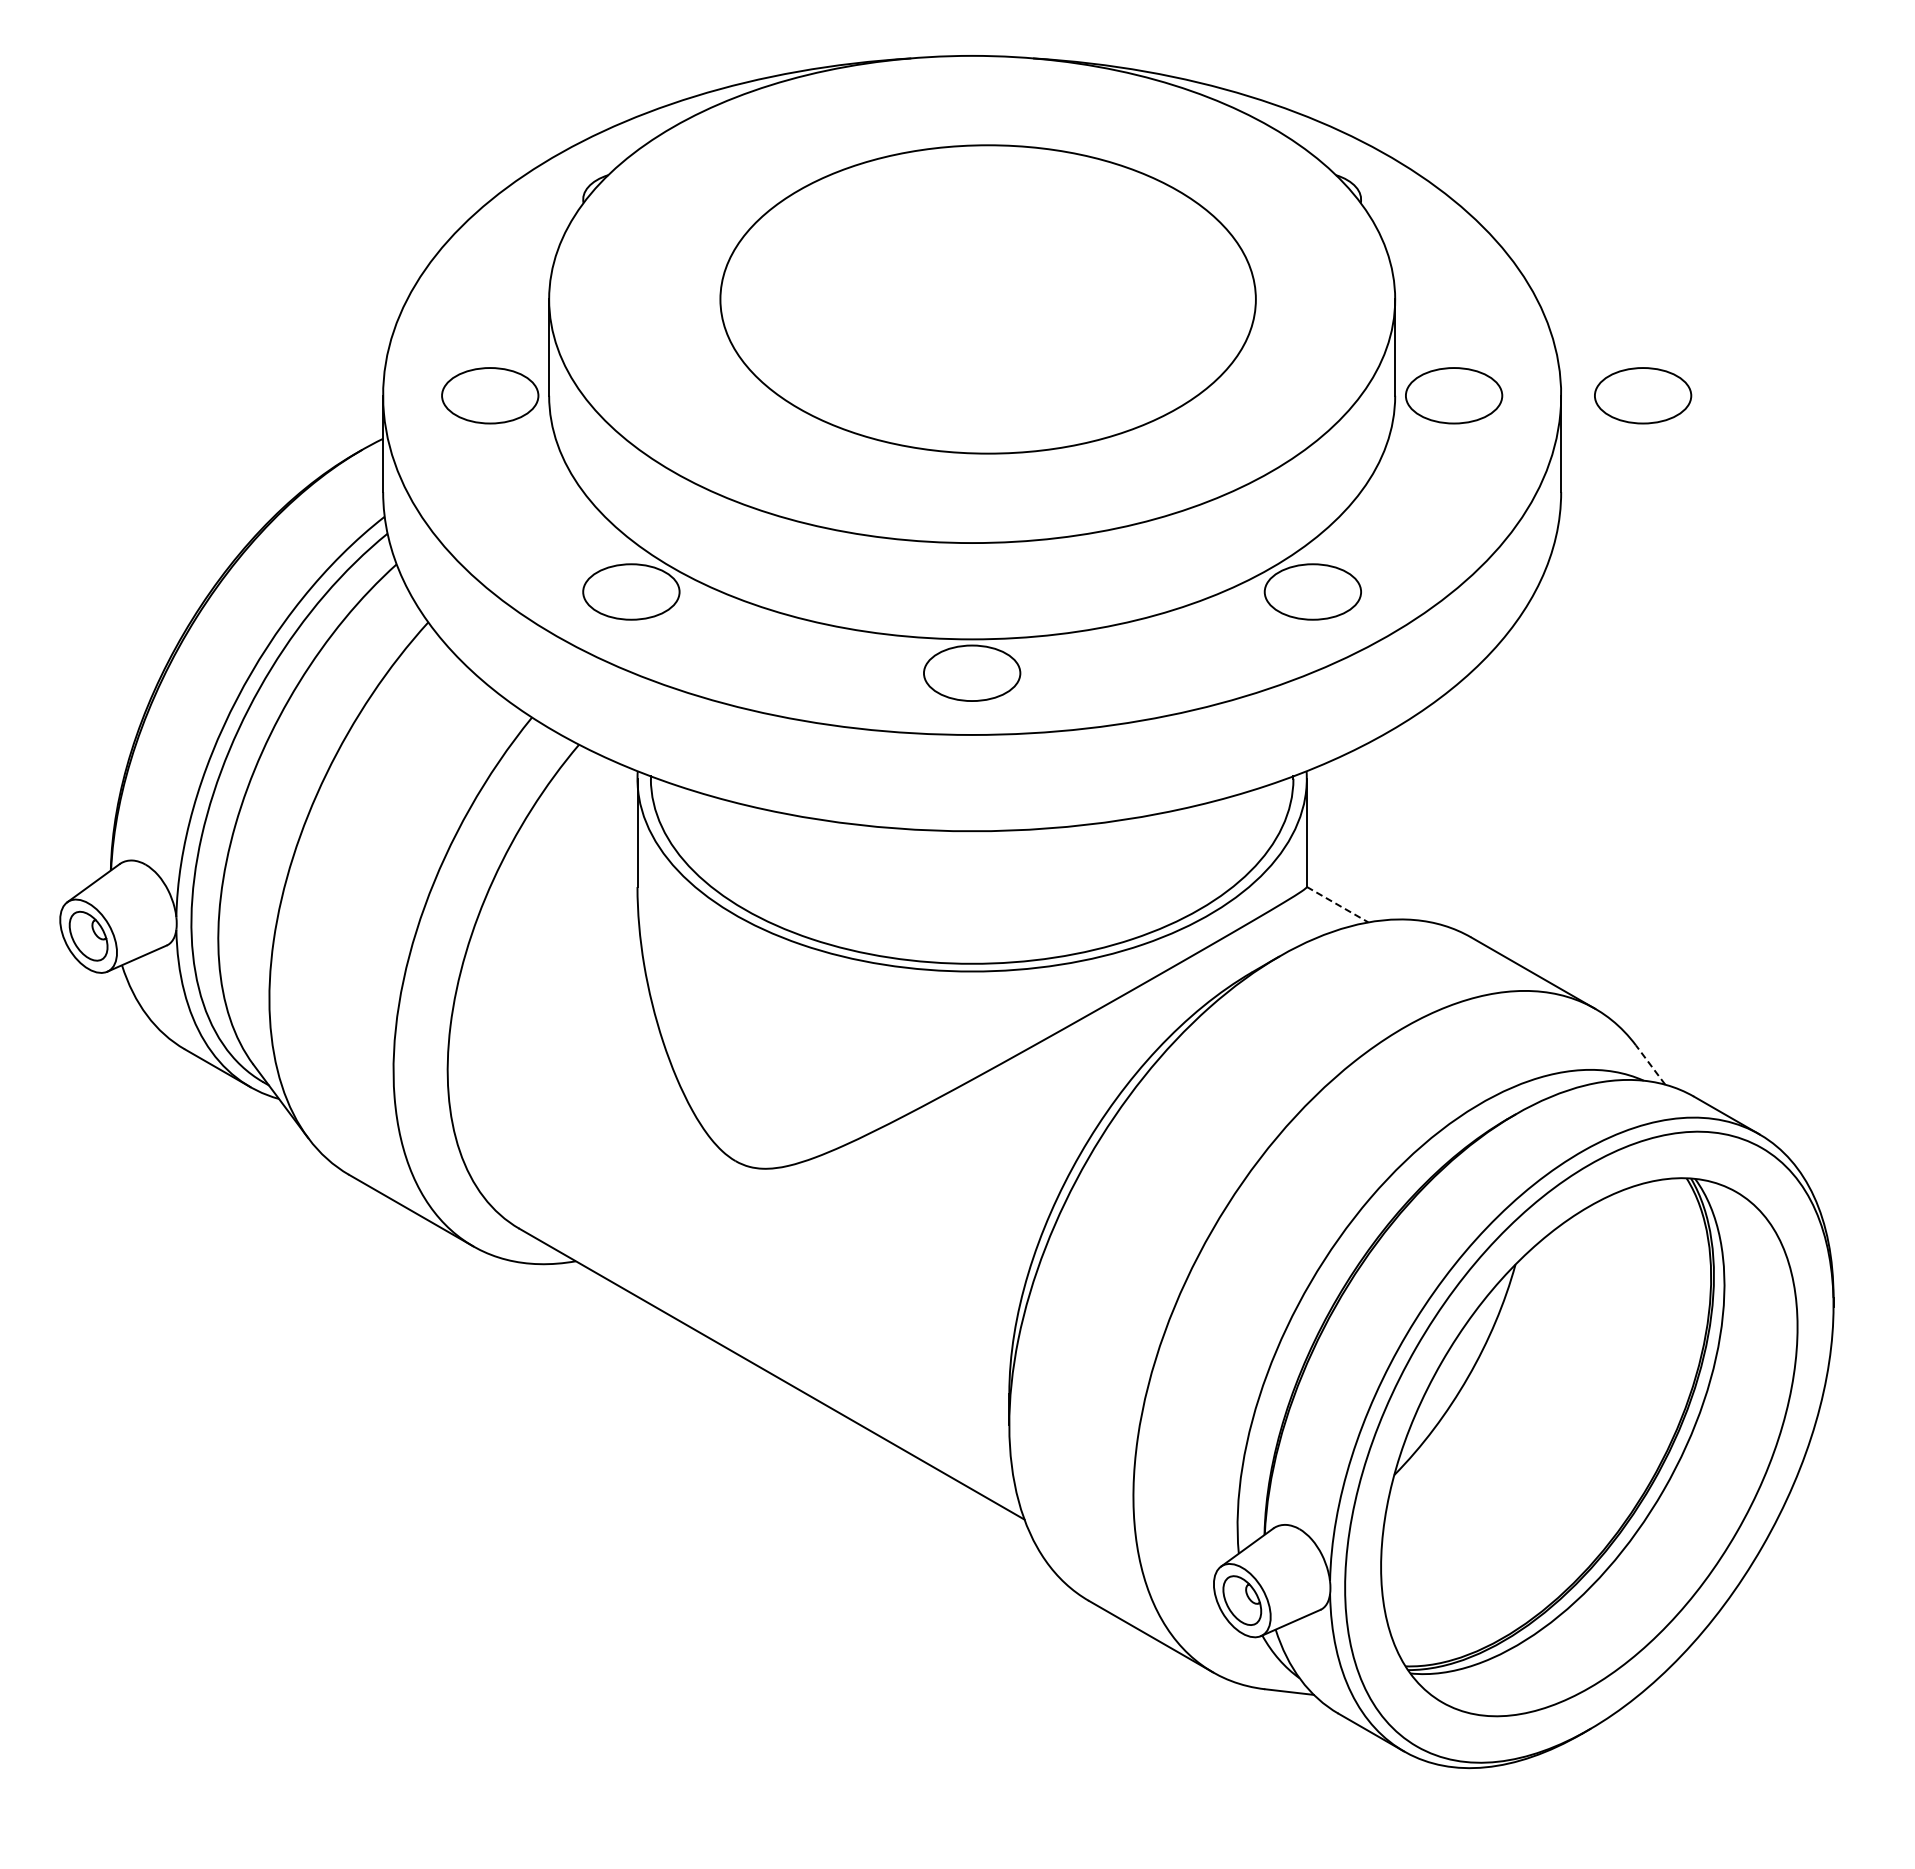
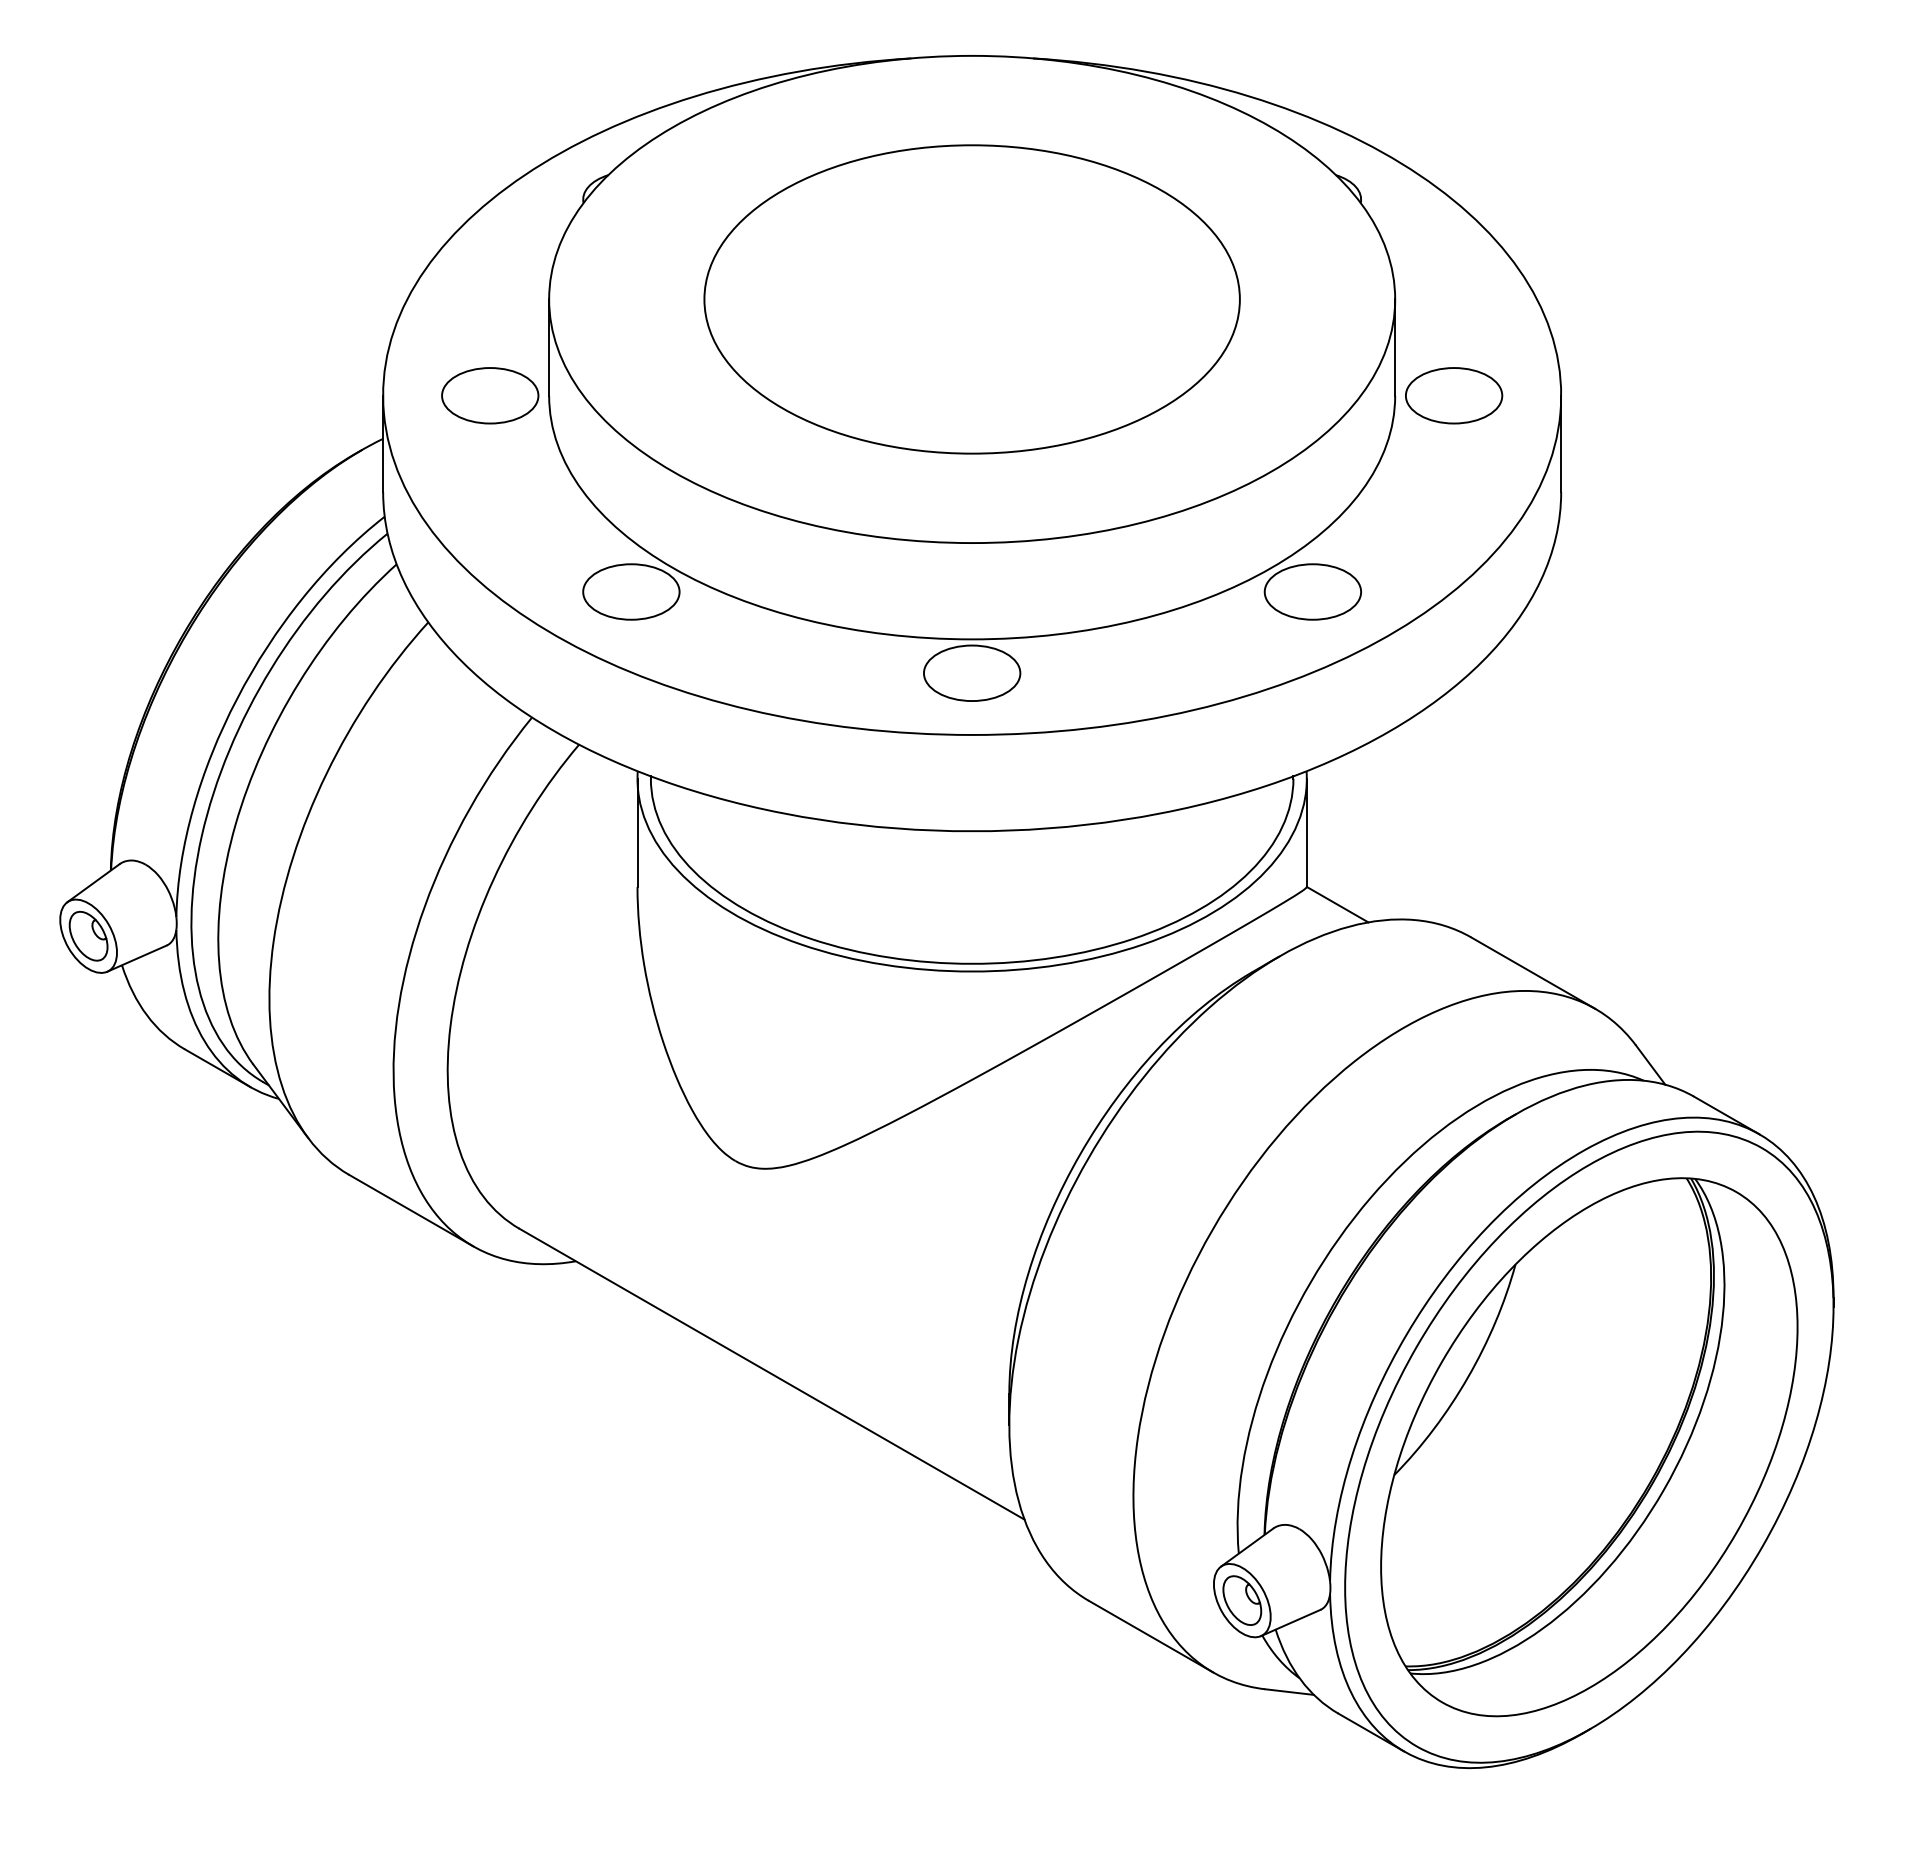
part at (987, 299) position: (987, 299) -> (971, 299)
part at (1643, 395): present -> none
line at (1337, 904): dashed -> solid
line at (1650, 1065): dashed -> solid
